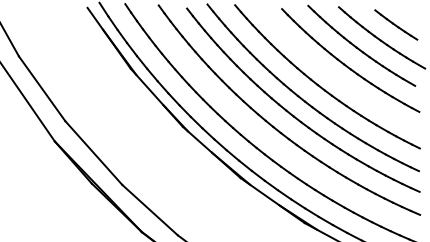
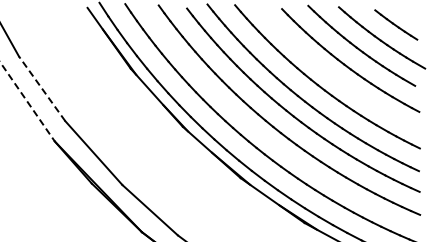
line at (42, 88): solid -> dashed
line at (27, 102): solid -> dashed
